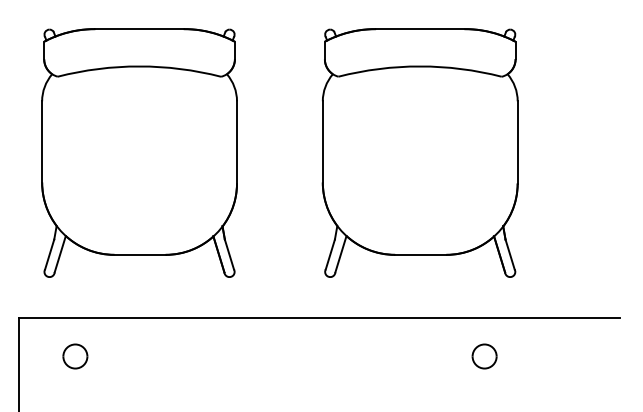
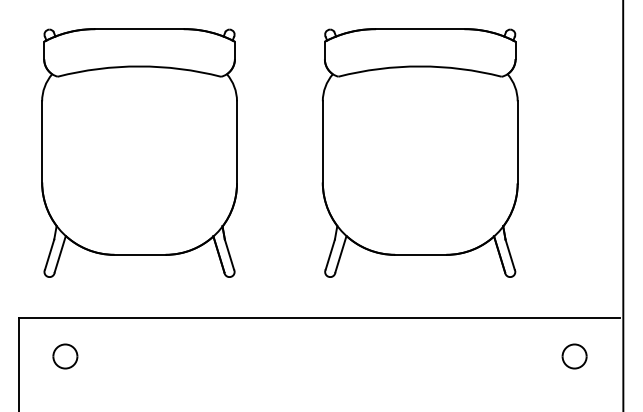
line at (623, 205): none -> present
part at (75, 356) position: (75, 356) -> (65, 356)
part at (484, 356) position: (484, 356) -> (574, 356)
